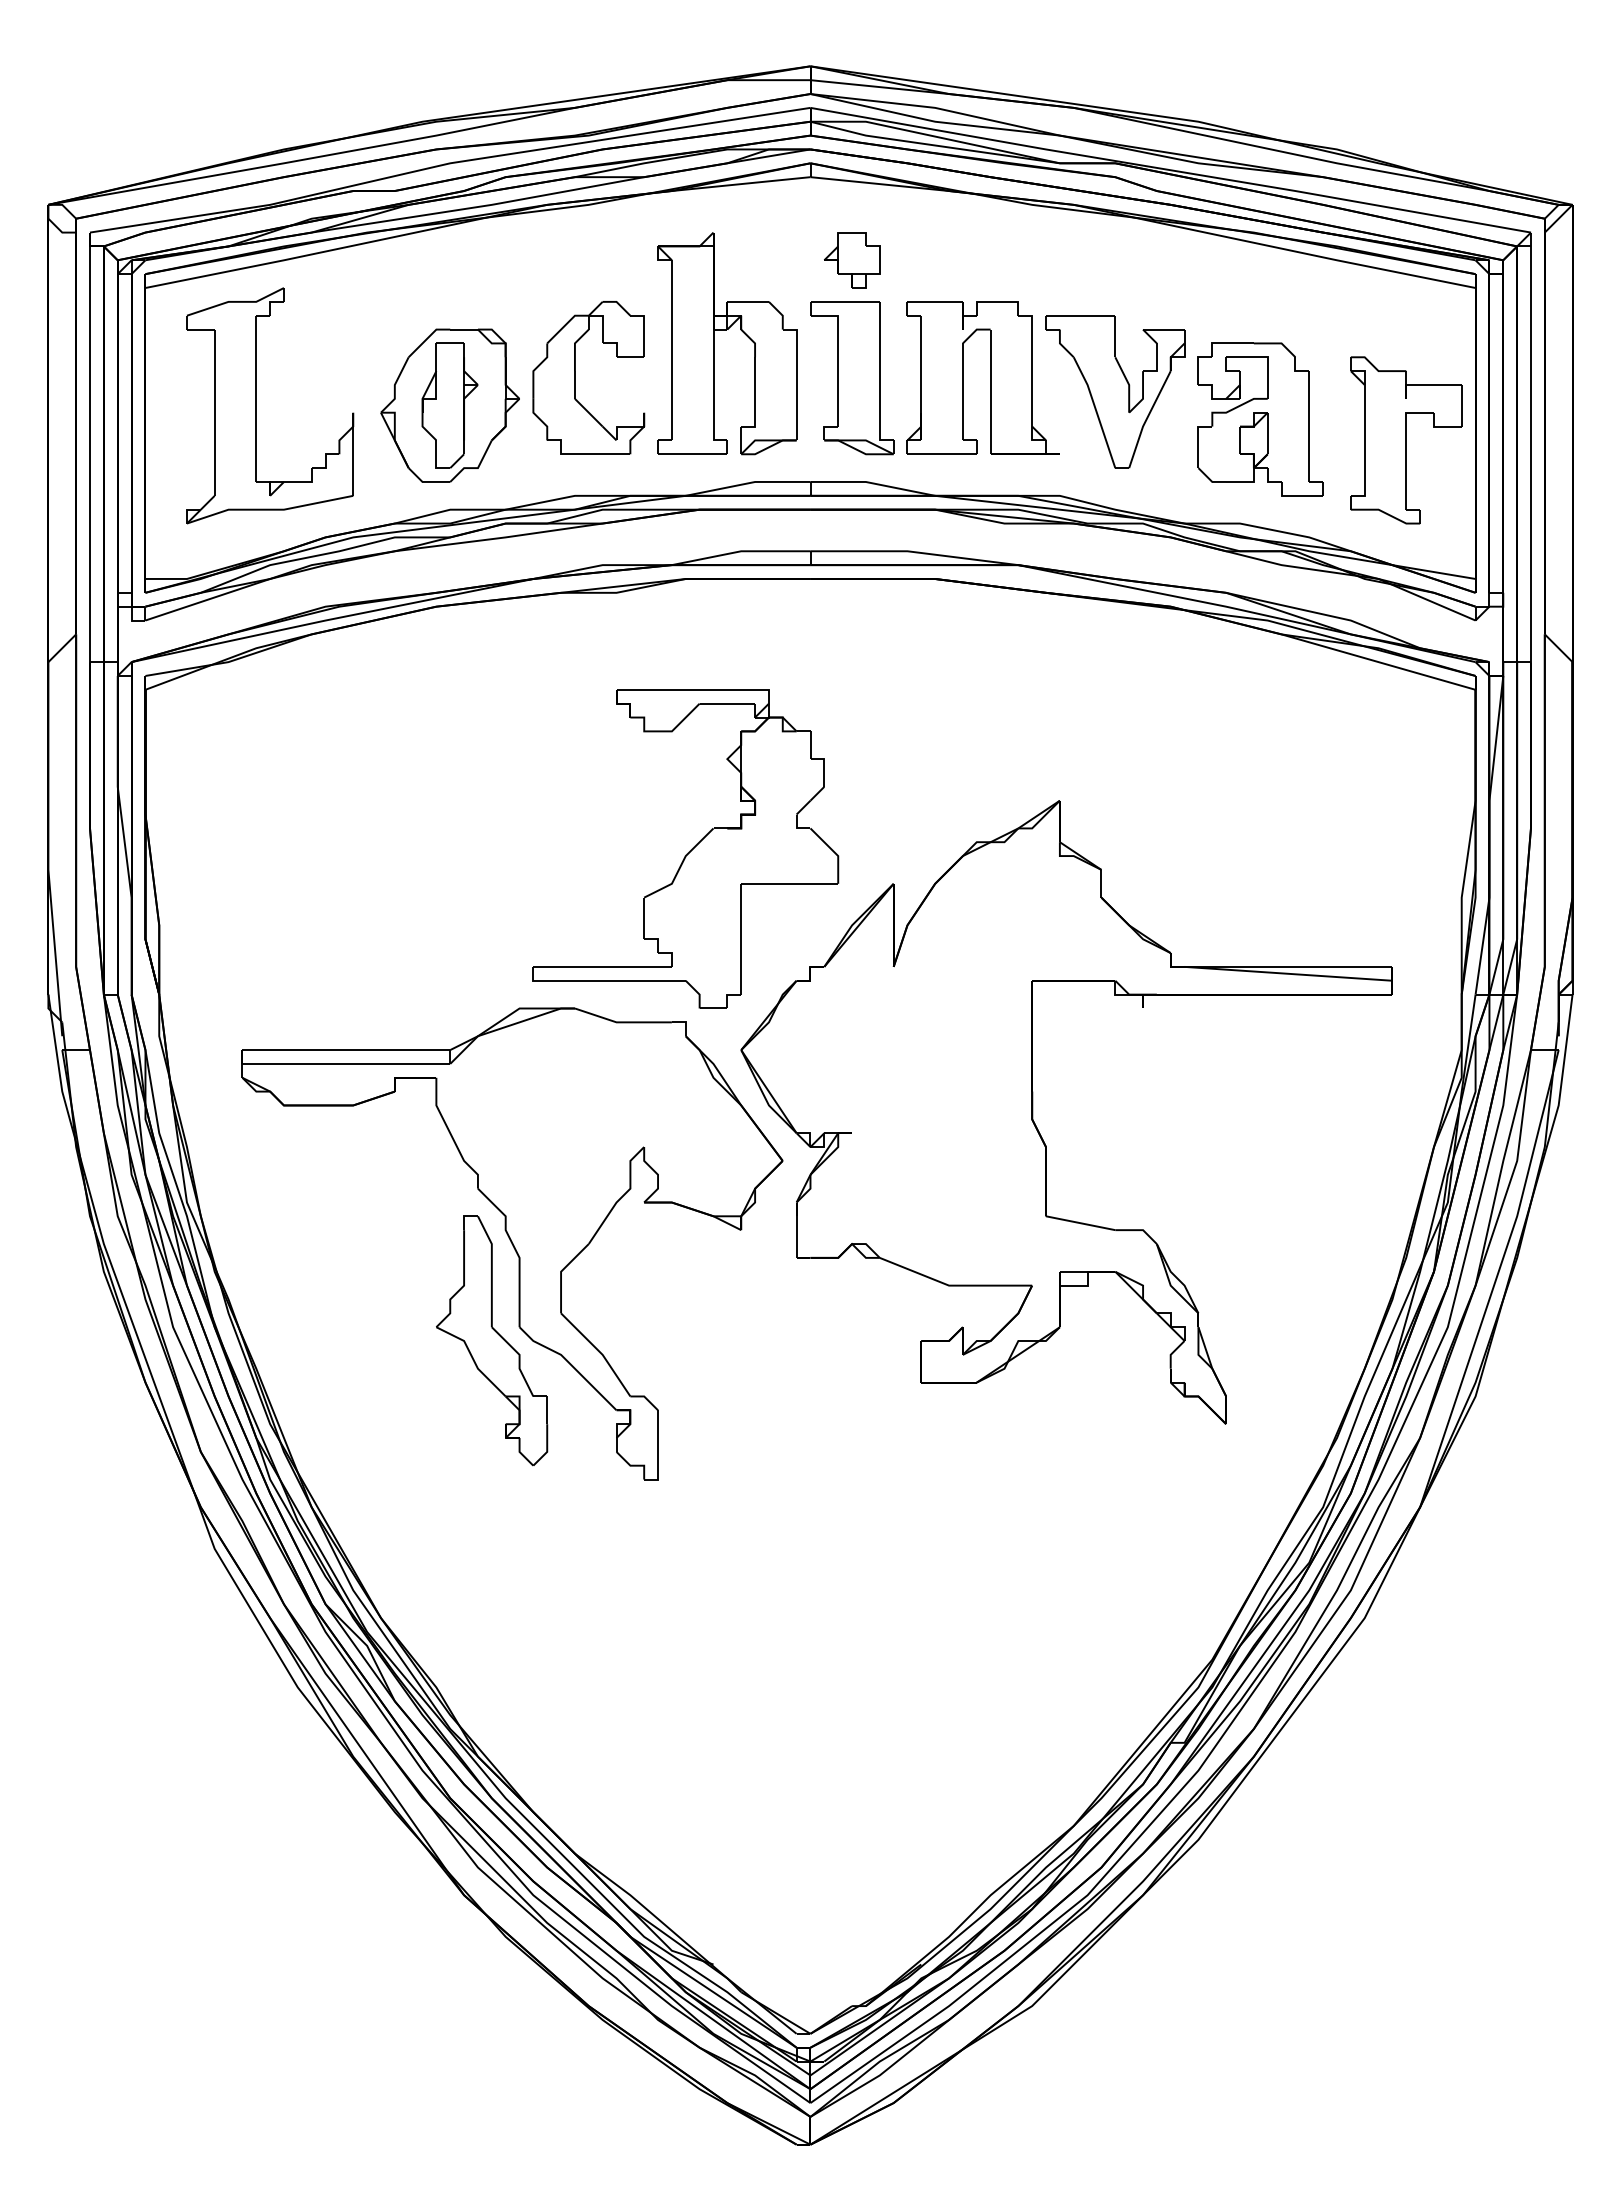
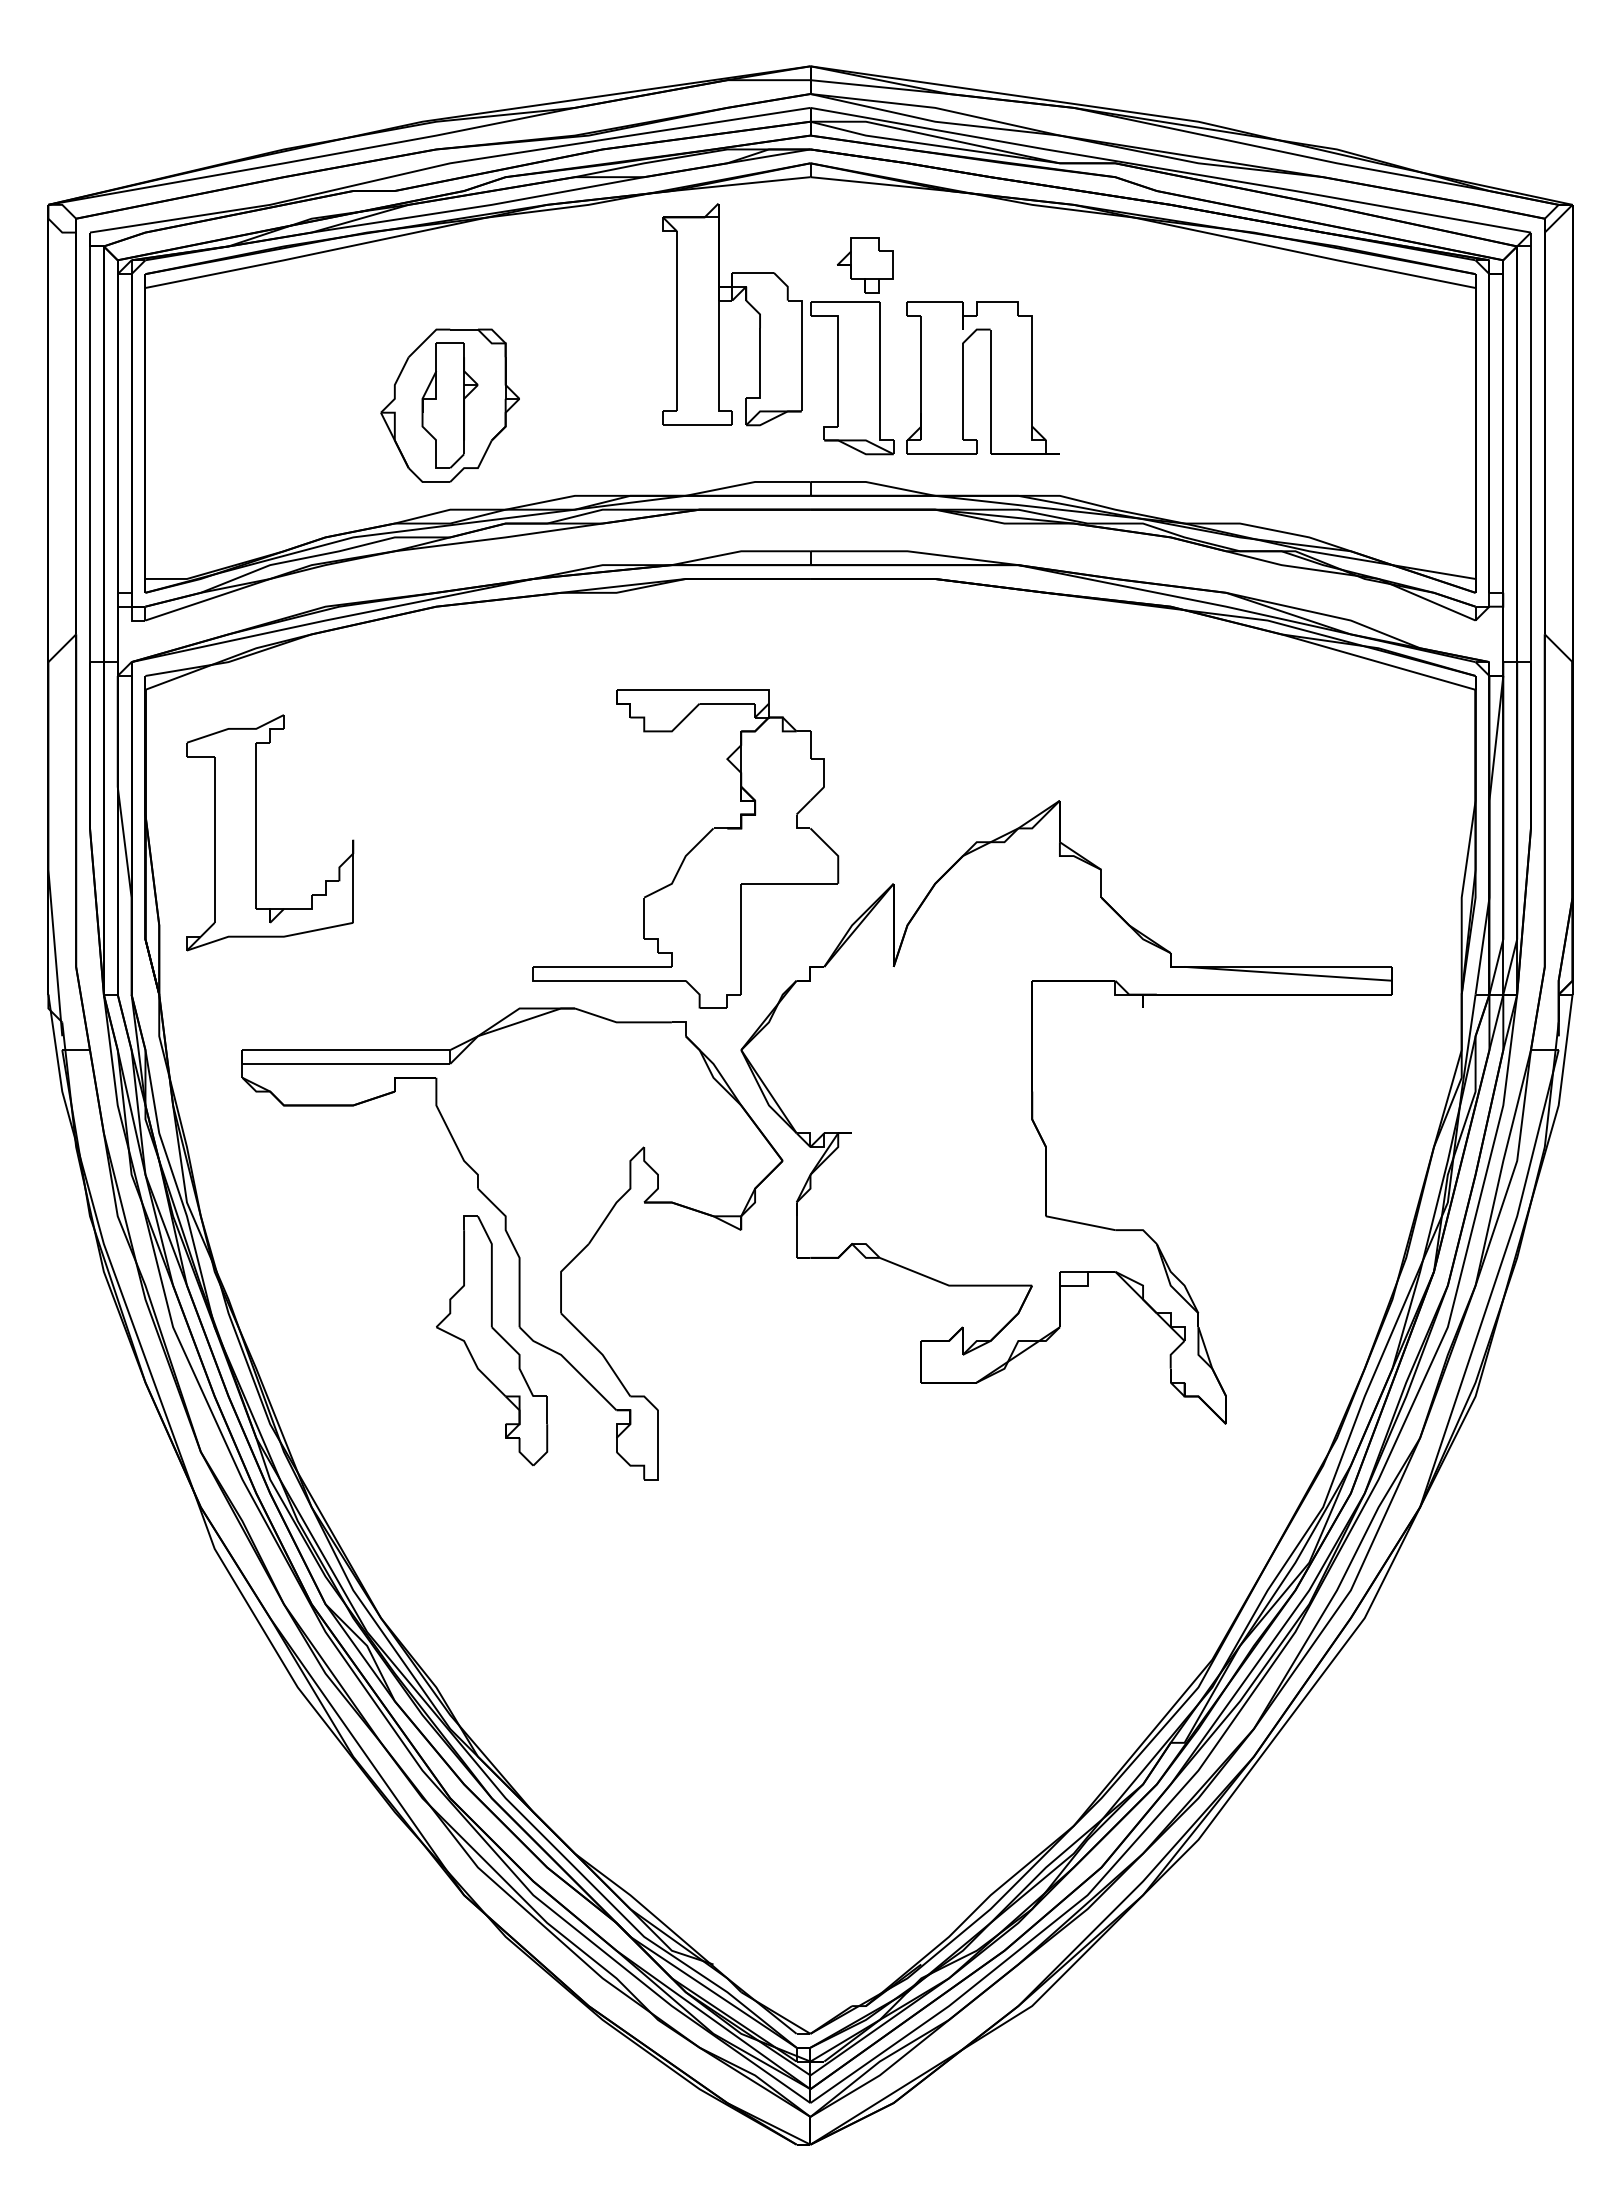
part at (852, 260) position: (852, 260) -> (865, 265)
part at (714, 343) position: (714, 343) -> (719, 314)
part at (575, 377): present -> none
part at (1115, 391): present -> none
part at (256, 405) position: (256, 405) -> (256, 832)
part at (1260, 419): present -> none
part at (1406, 440): present -> none
